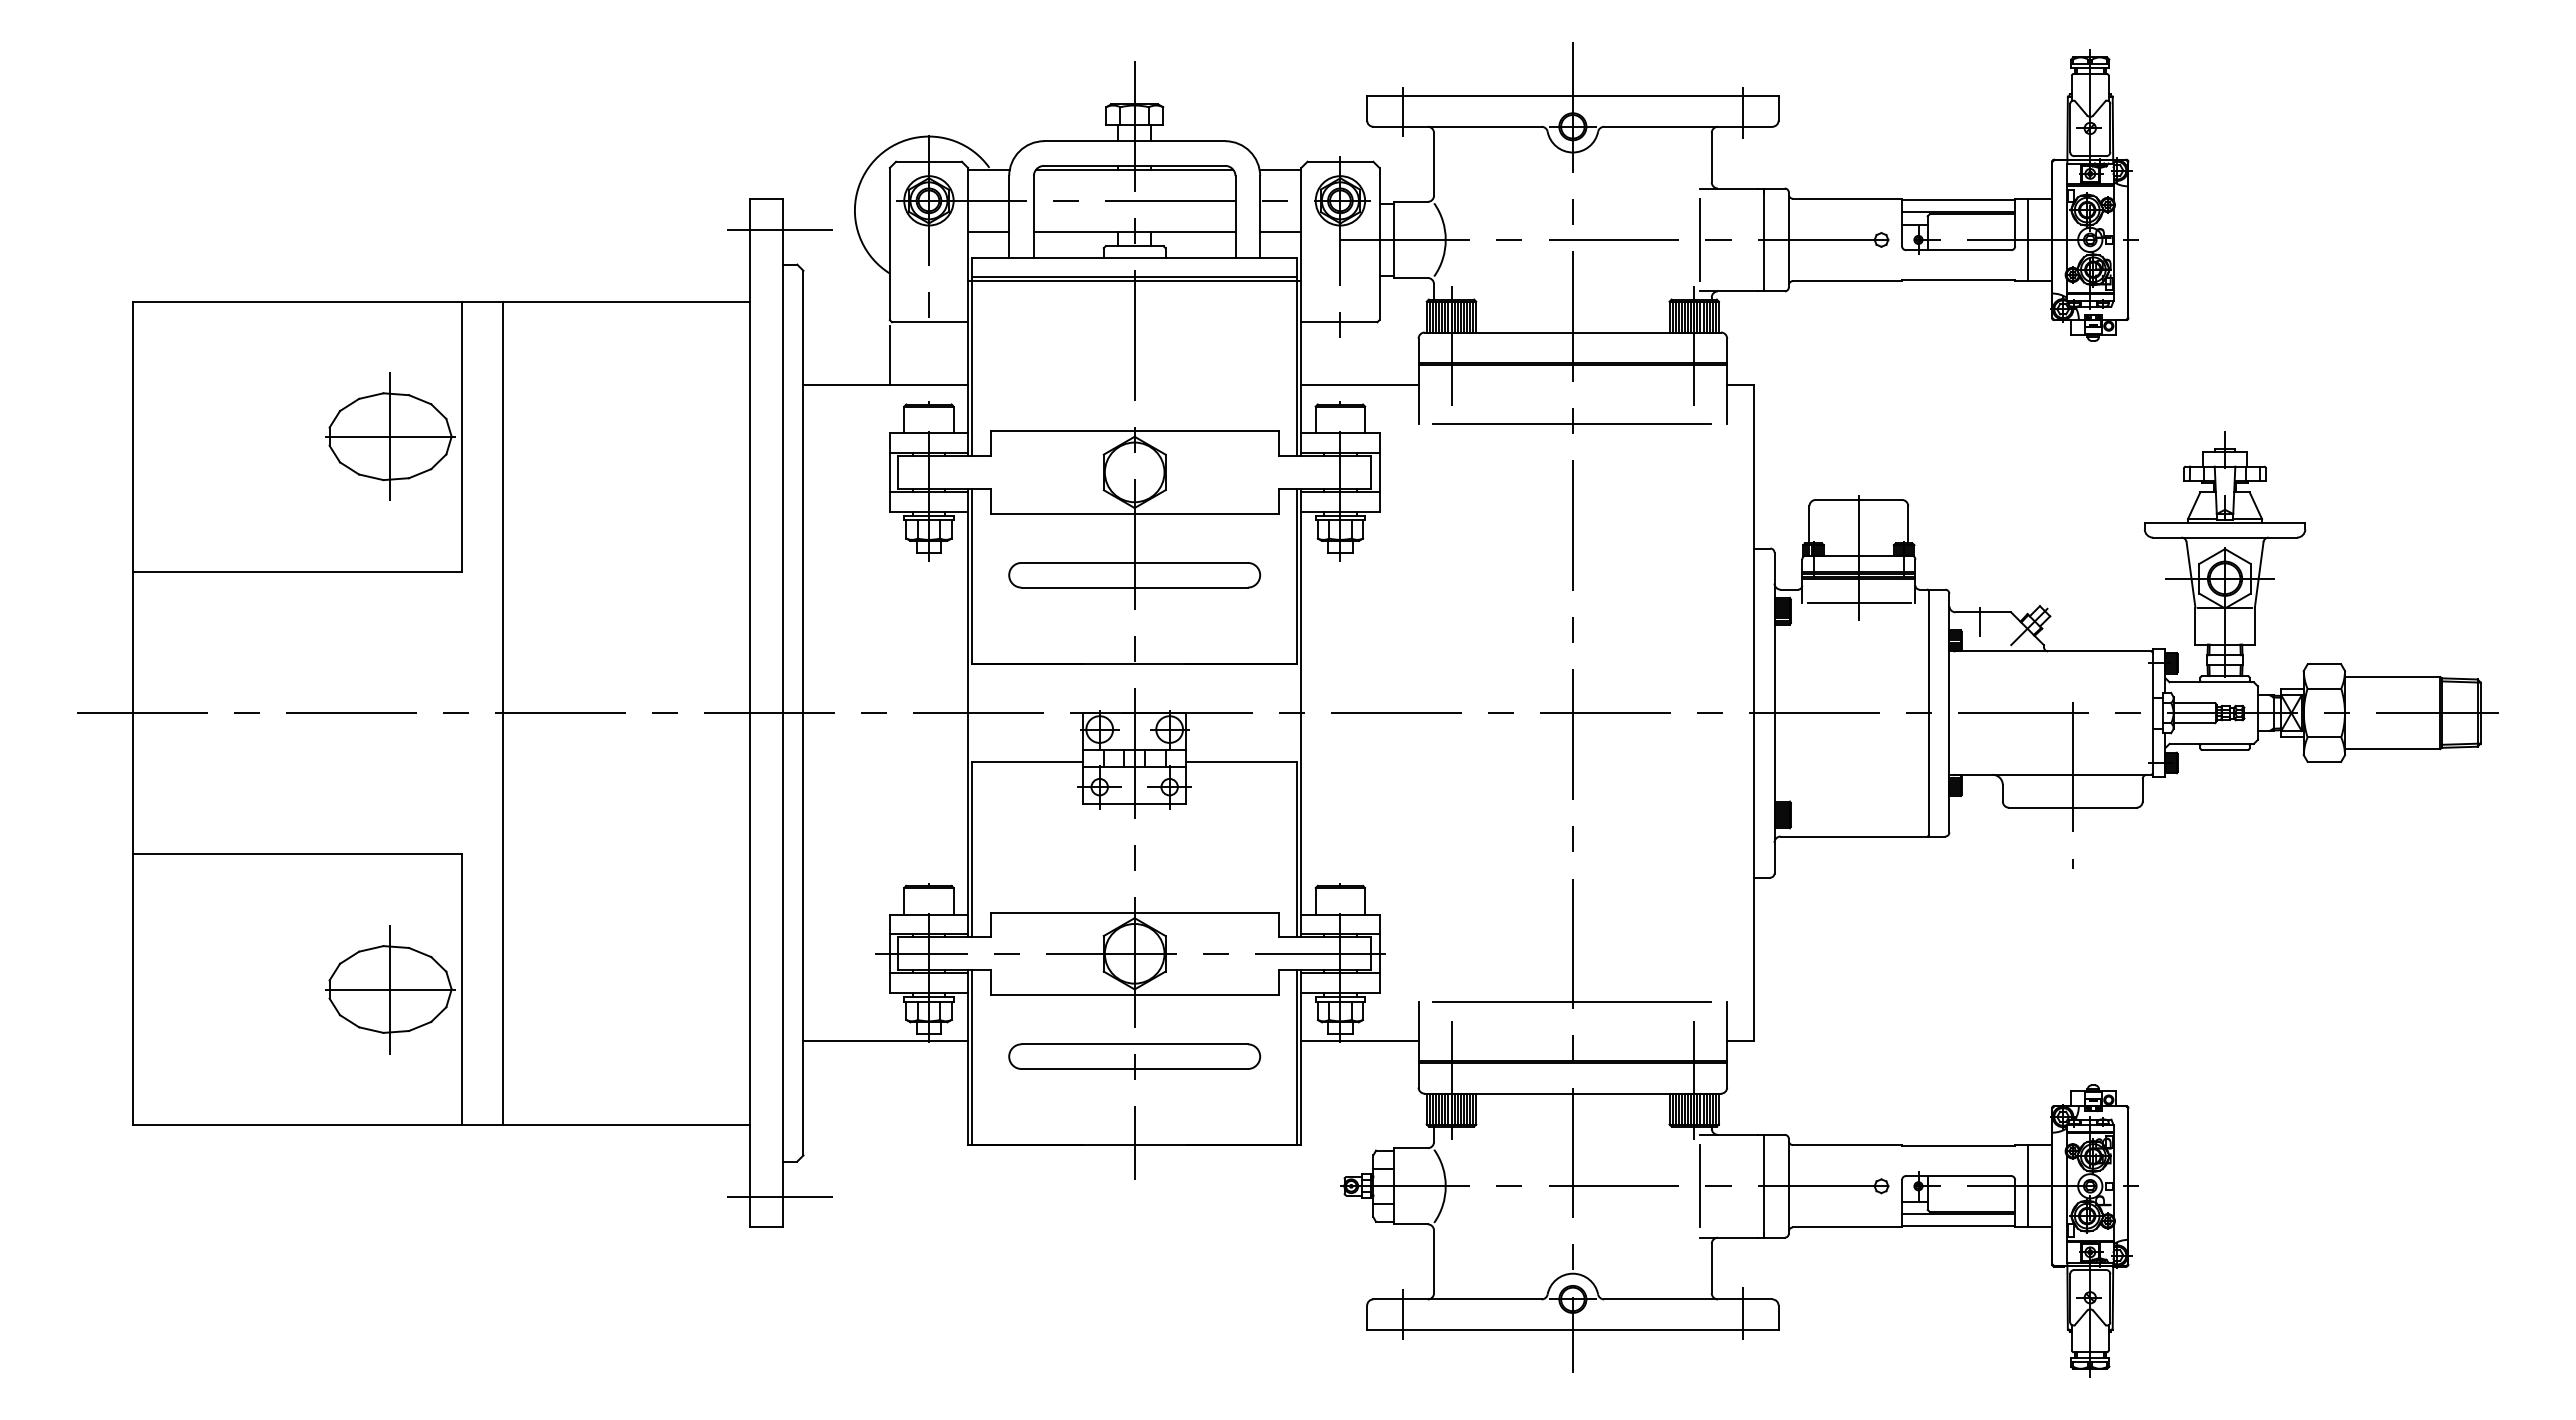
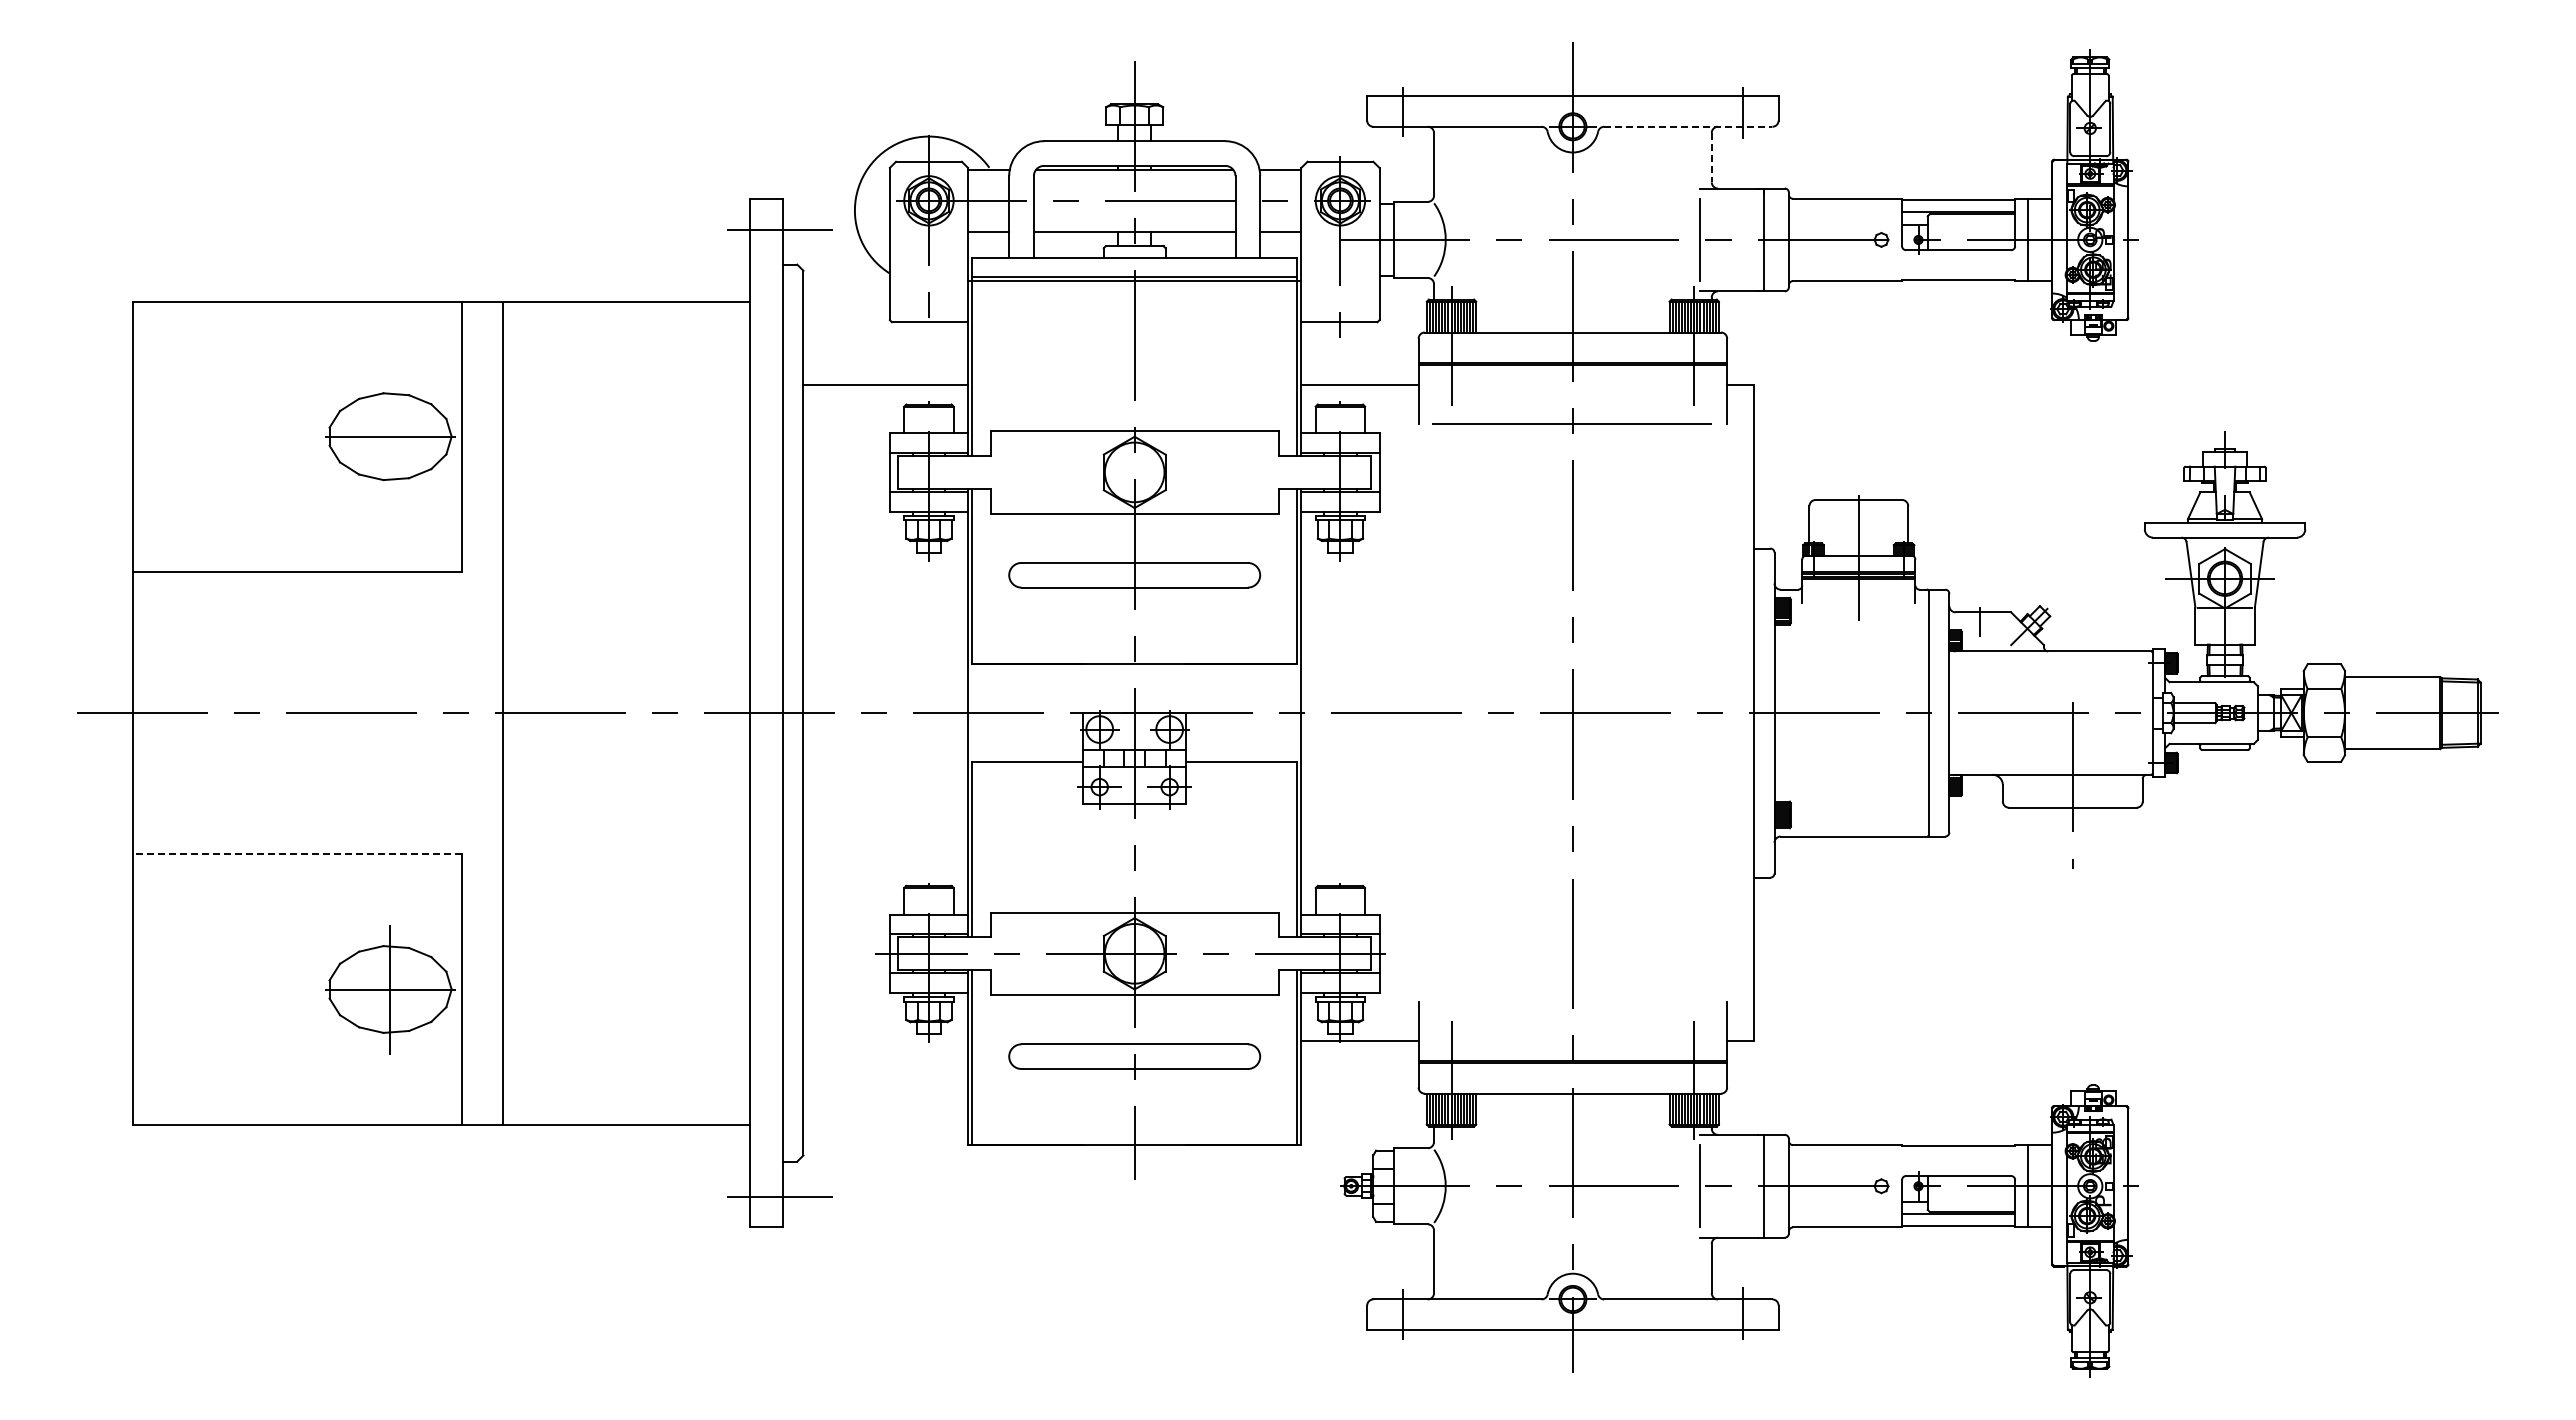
line at (1688, 126): solid -> dashed
line at (1711, 157): solid -> dashed
line at (889, 355): present -> none
line at (389, 436): present -> none
line at (1858, 603): present -> none
line at (297, 854): solid -> dashed
line at (1571, 1002): present -> none
line at (885, 1040): present -> none
